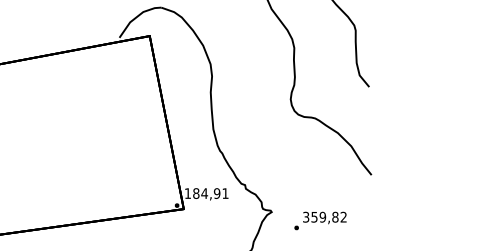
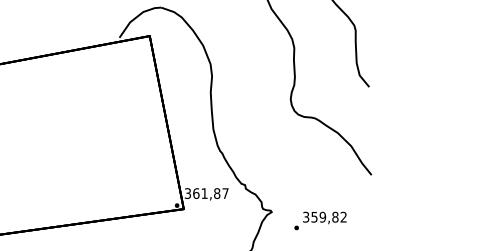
text at (206, 193): 184,91 -> 361,87
